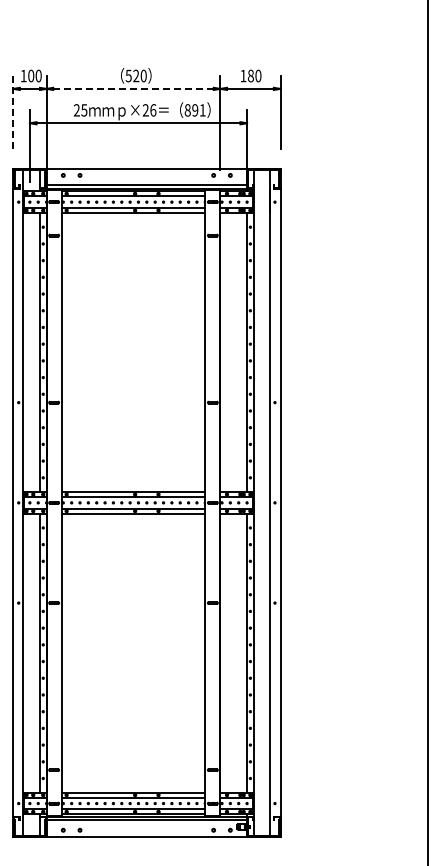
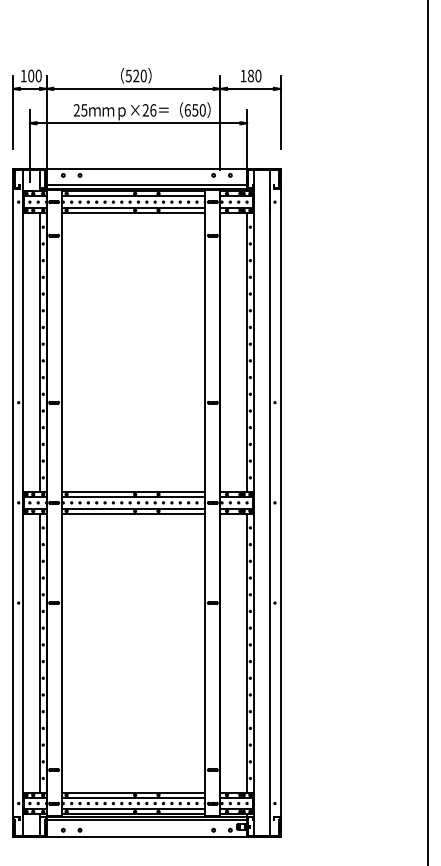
line at (133, 88): dashed -> solid
text at (194, 110): 891 -> 650
line at (13, 112): dashed -> solid
